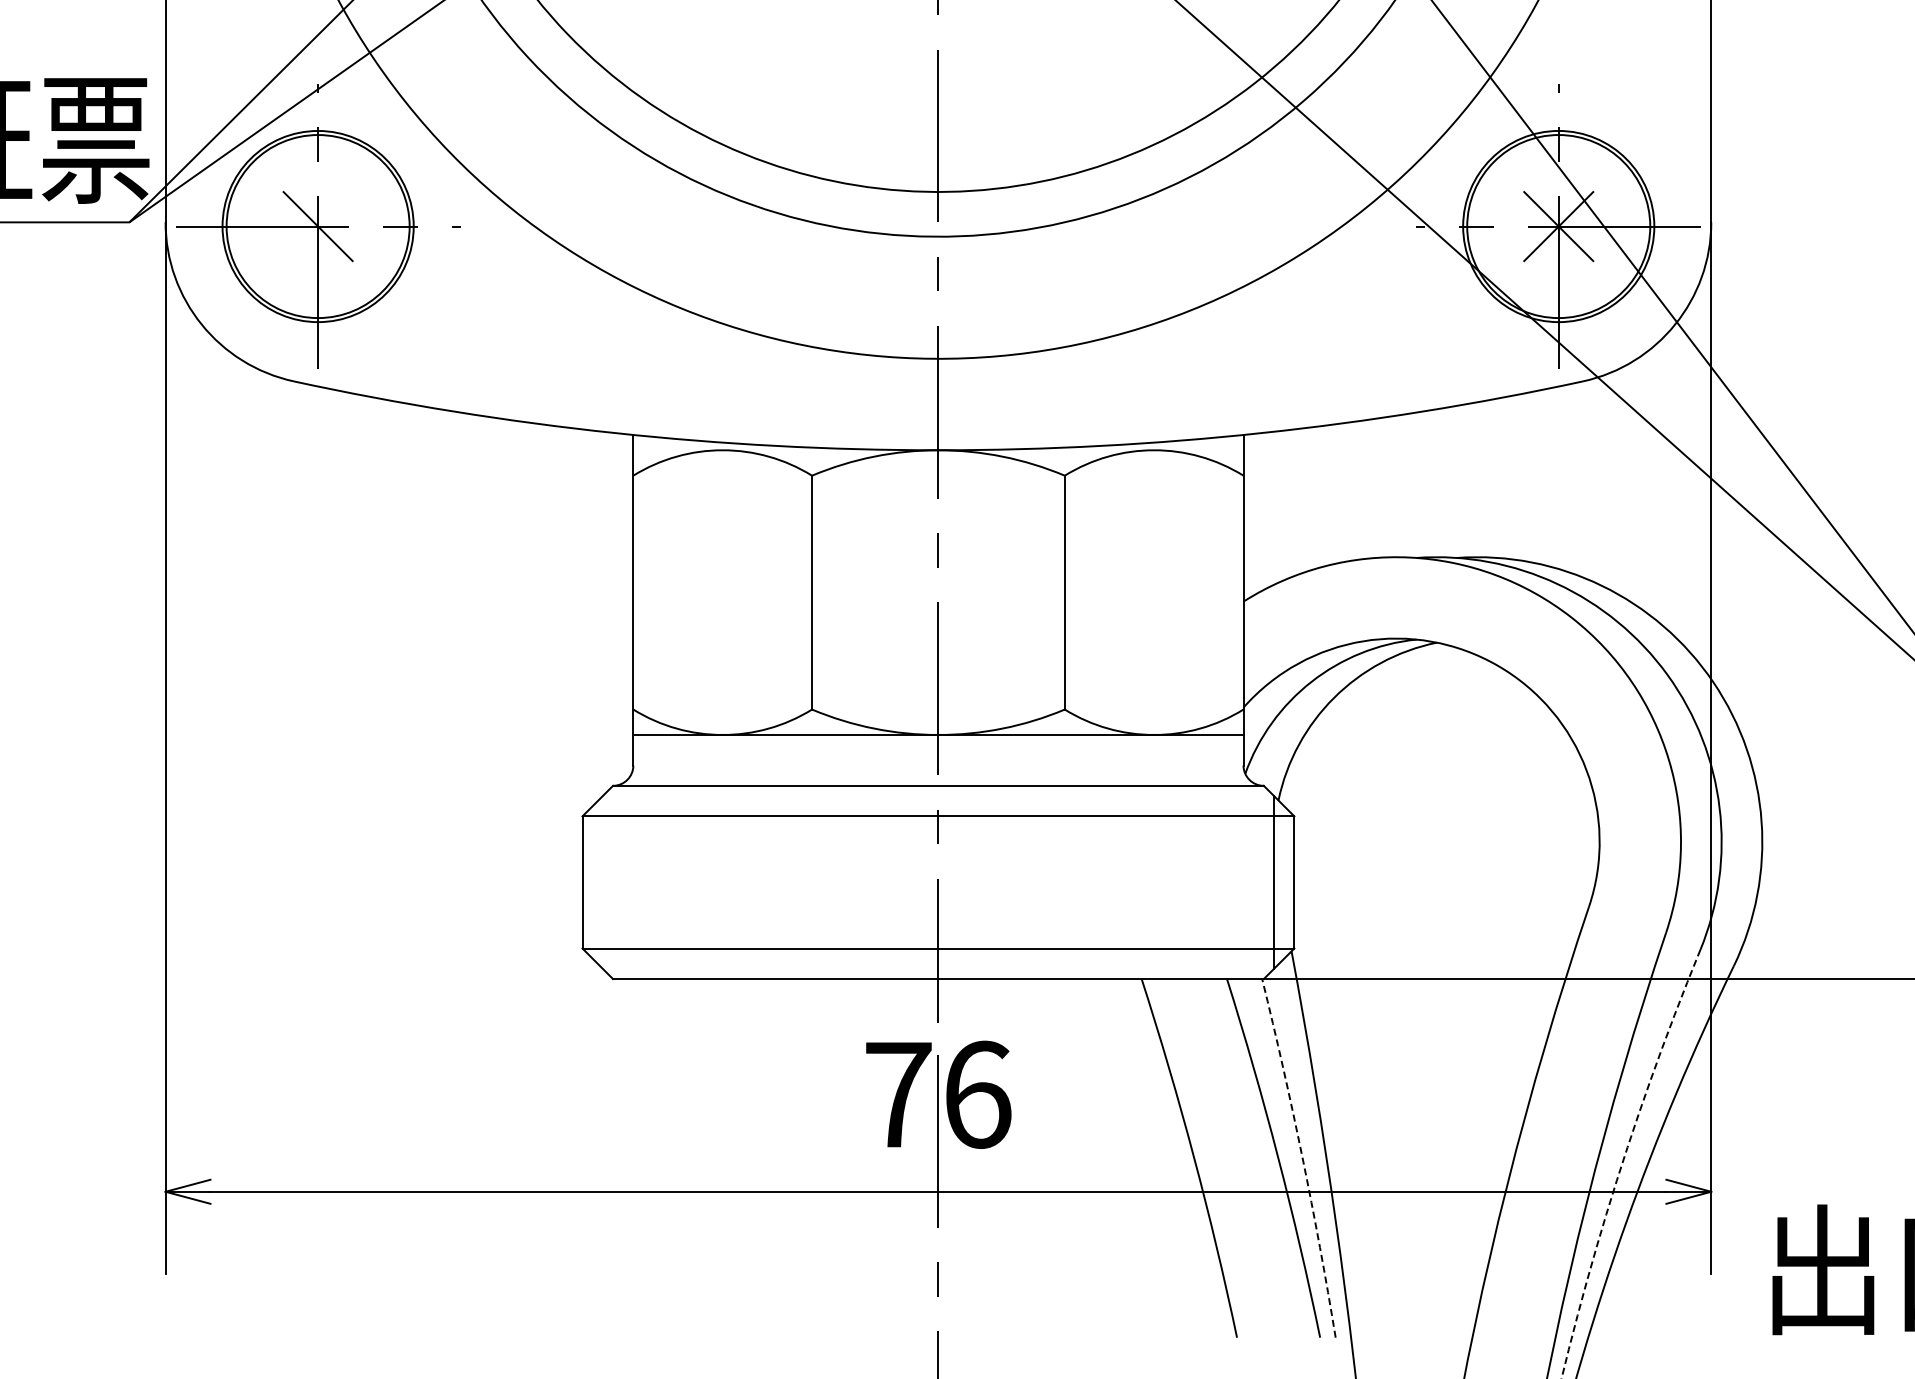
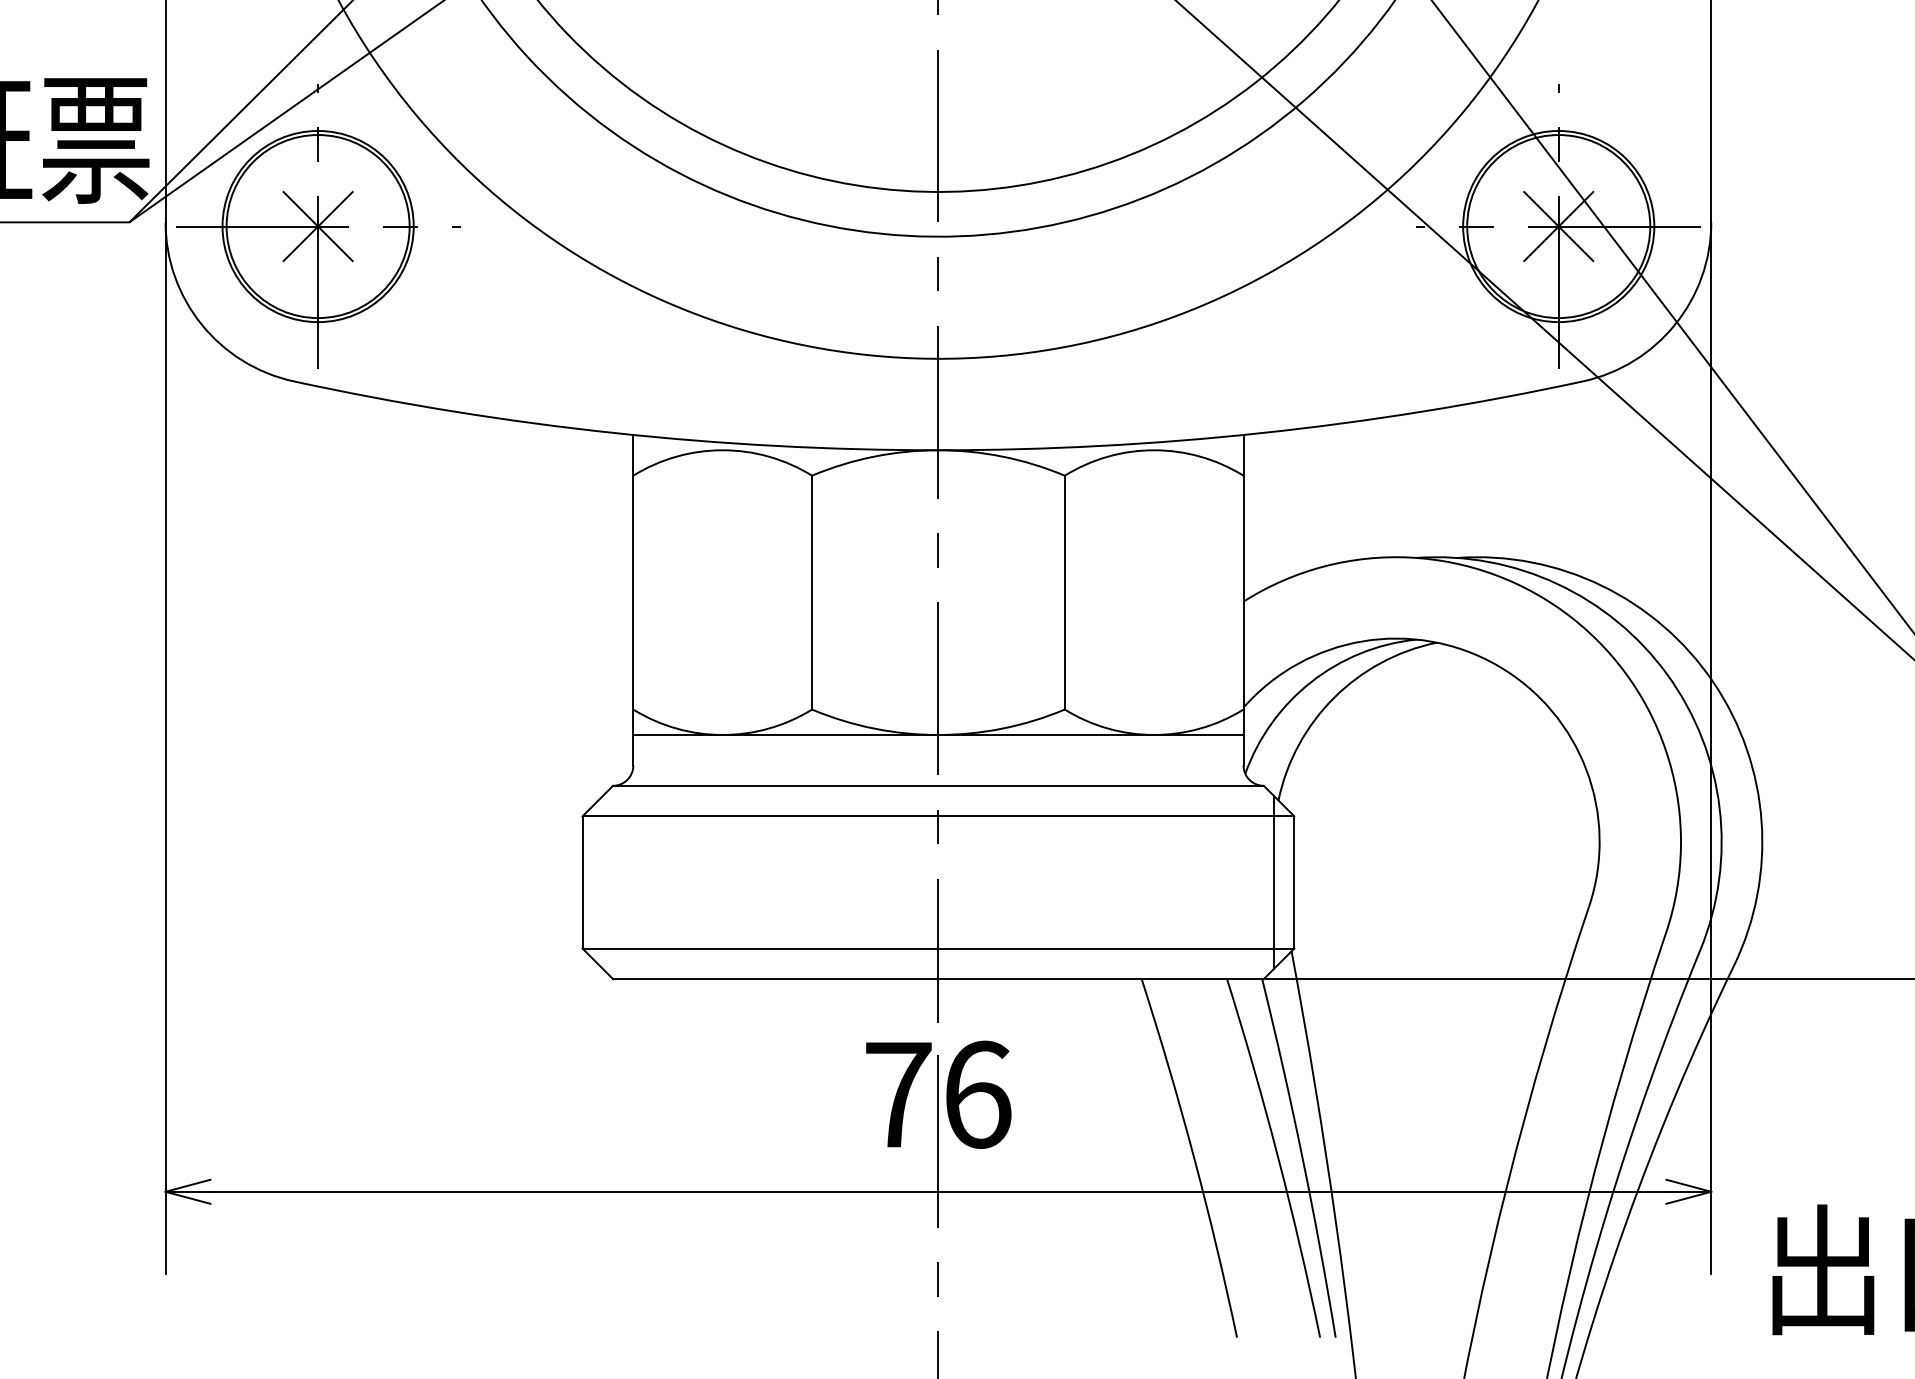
line at (317, 226): none -> present
arc at (1302, 1157): dashed -> solid
arc at (1622, 1162): dashed -> solid
